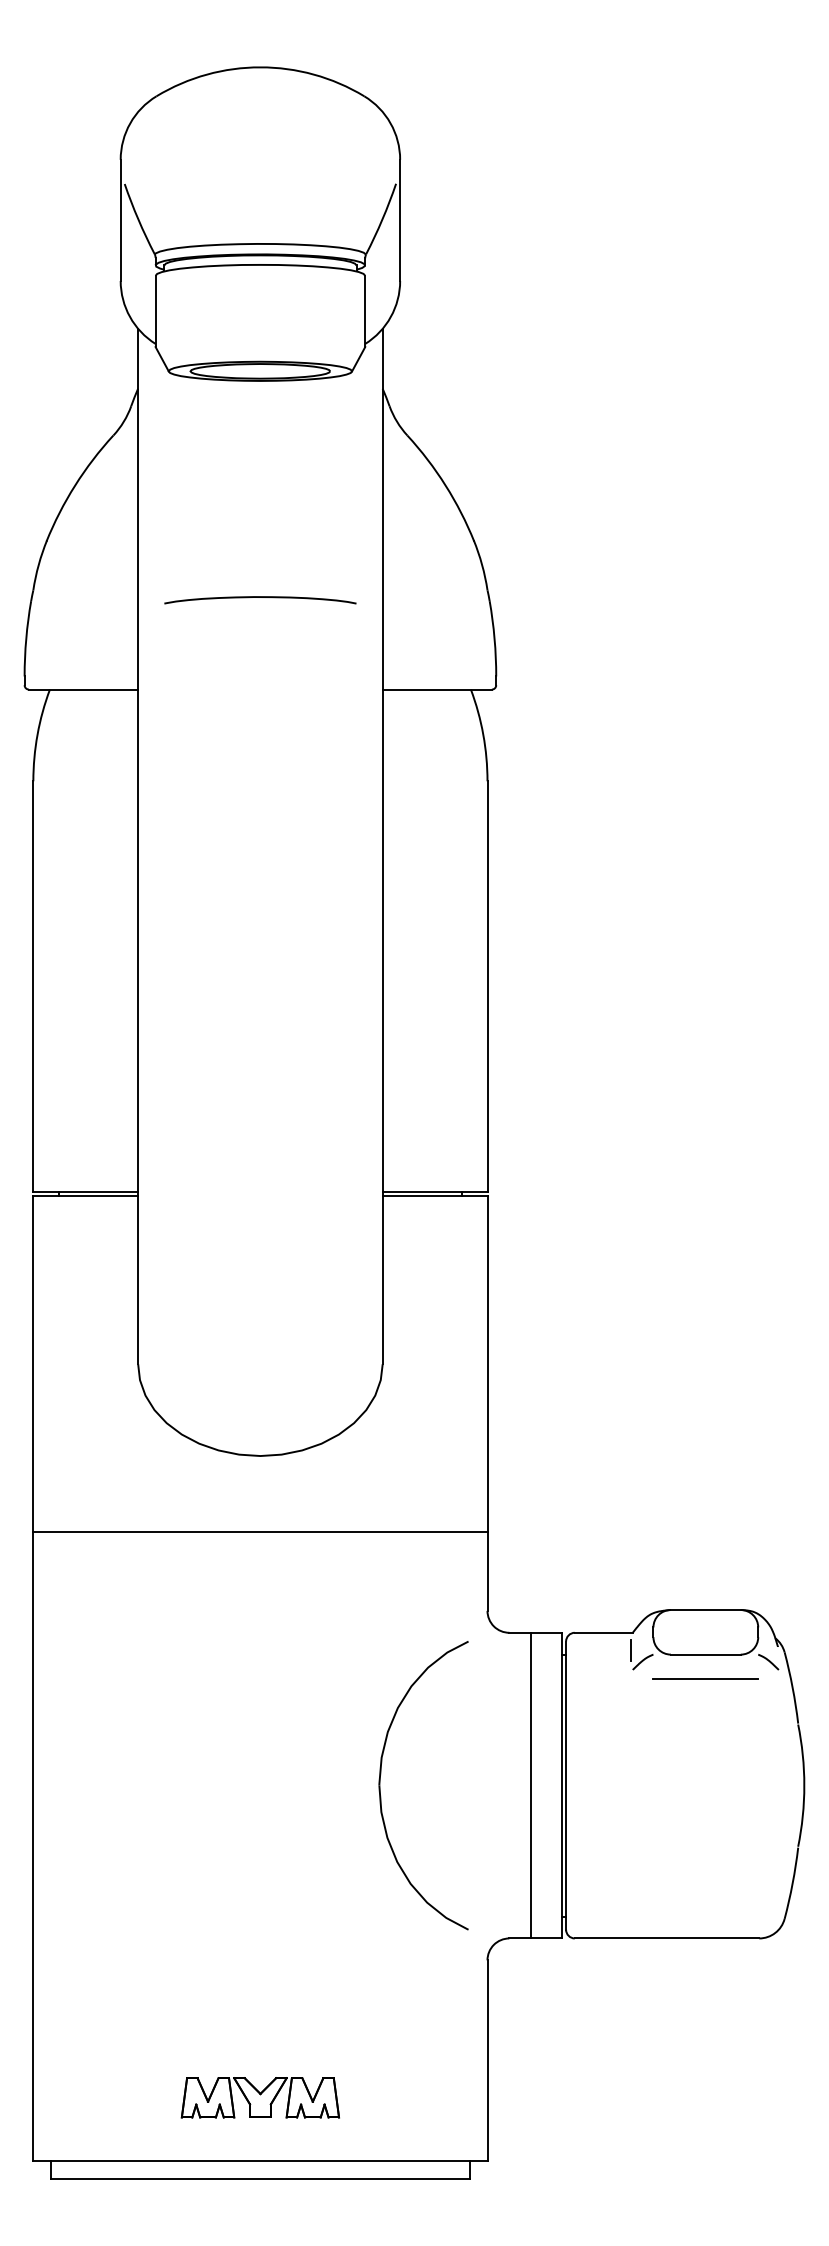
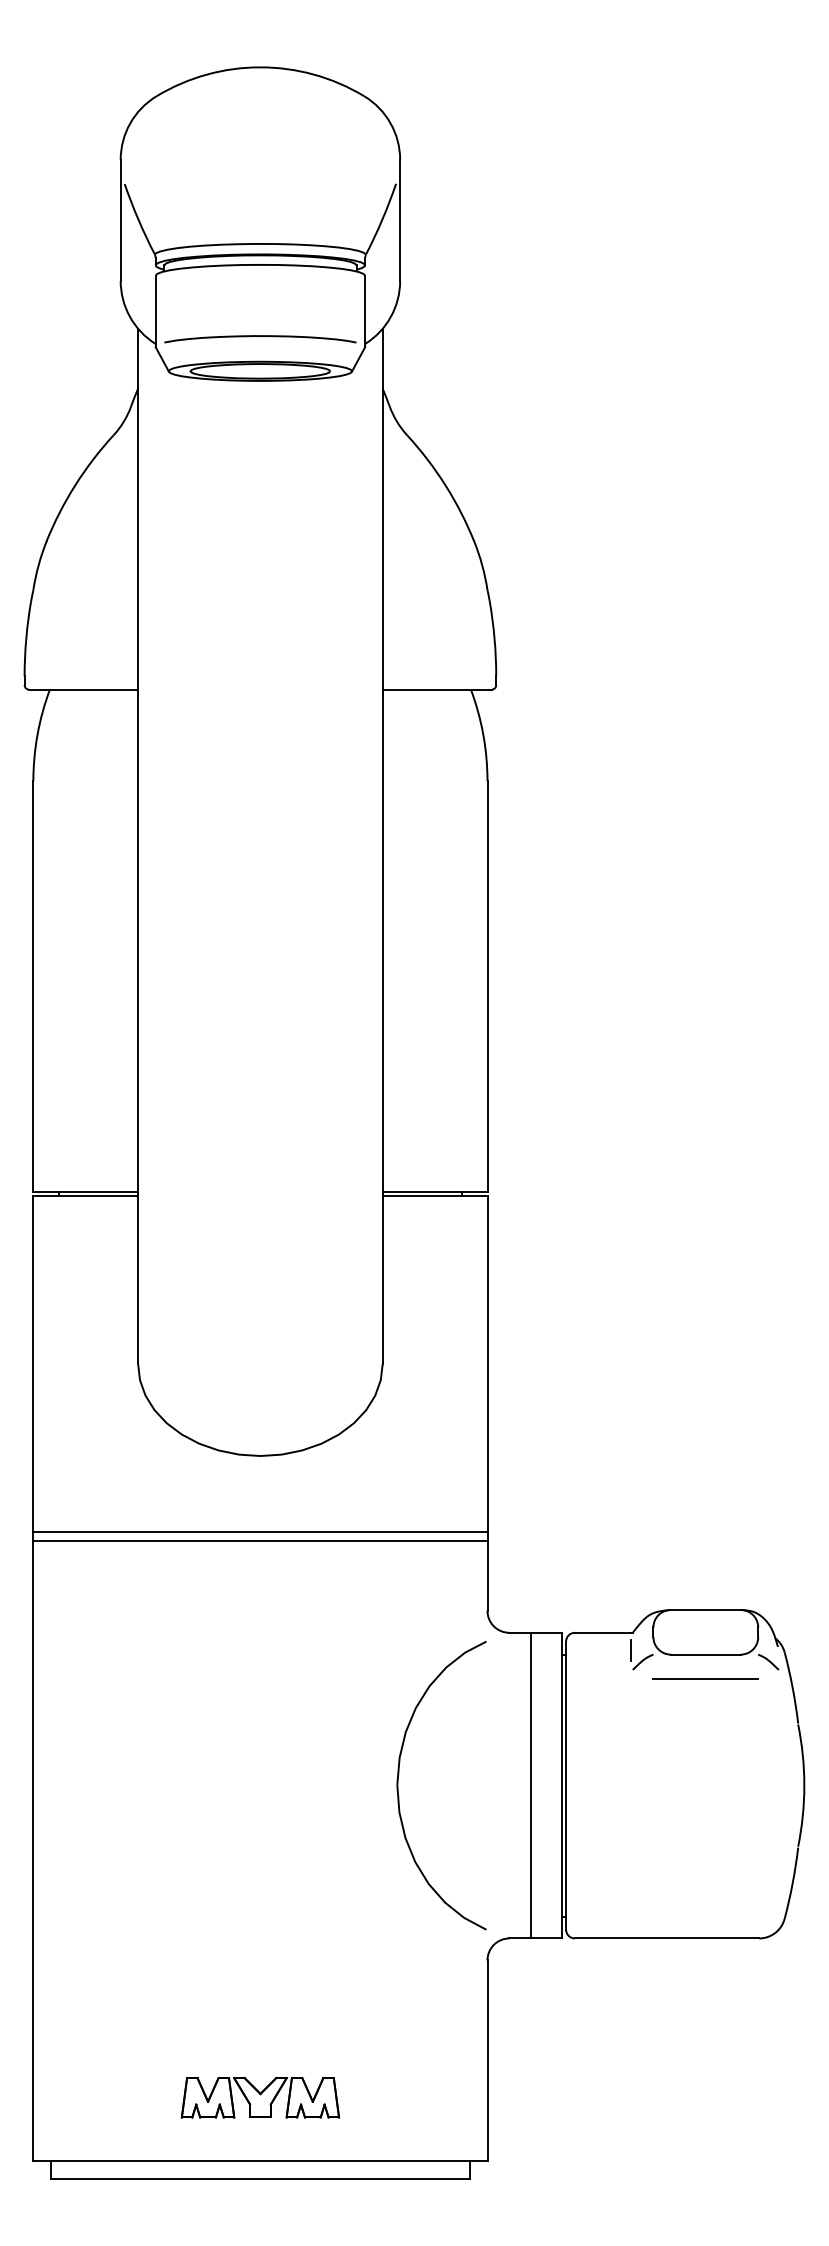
curve at (260, 597) position: (260, 597) -> (260, 336)
line at (260, 1541): none -> present
part at (380, 1785) position: (380, 1785) -> (398, 1785)
